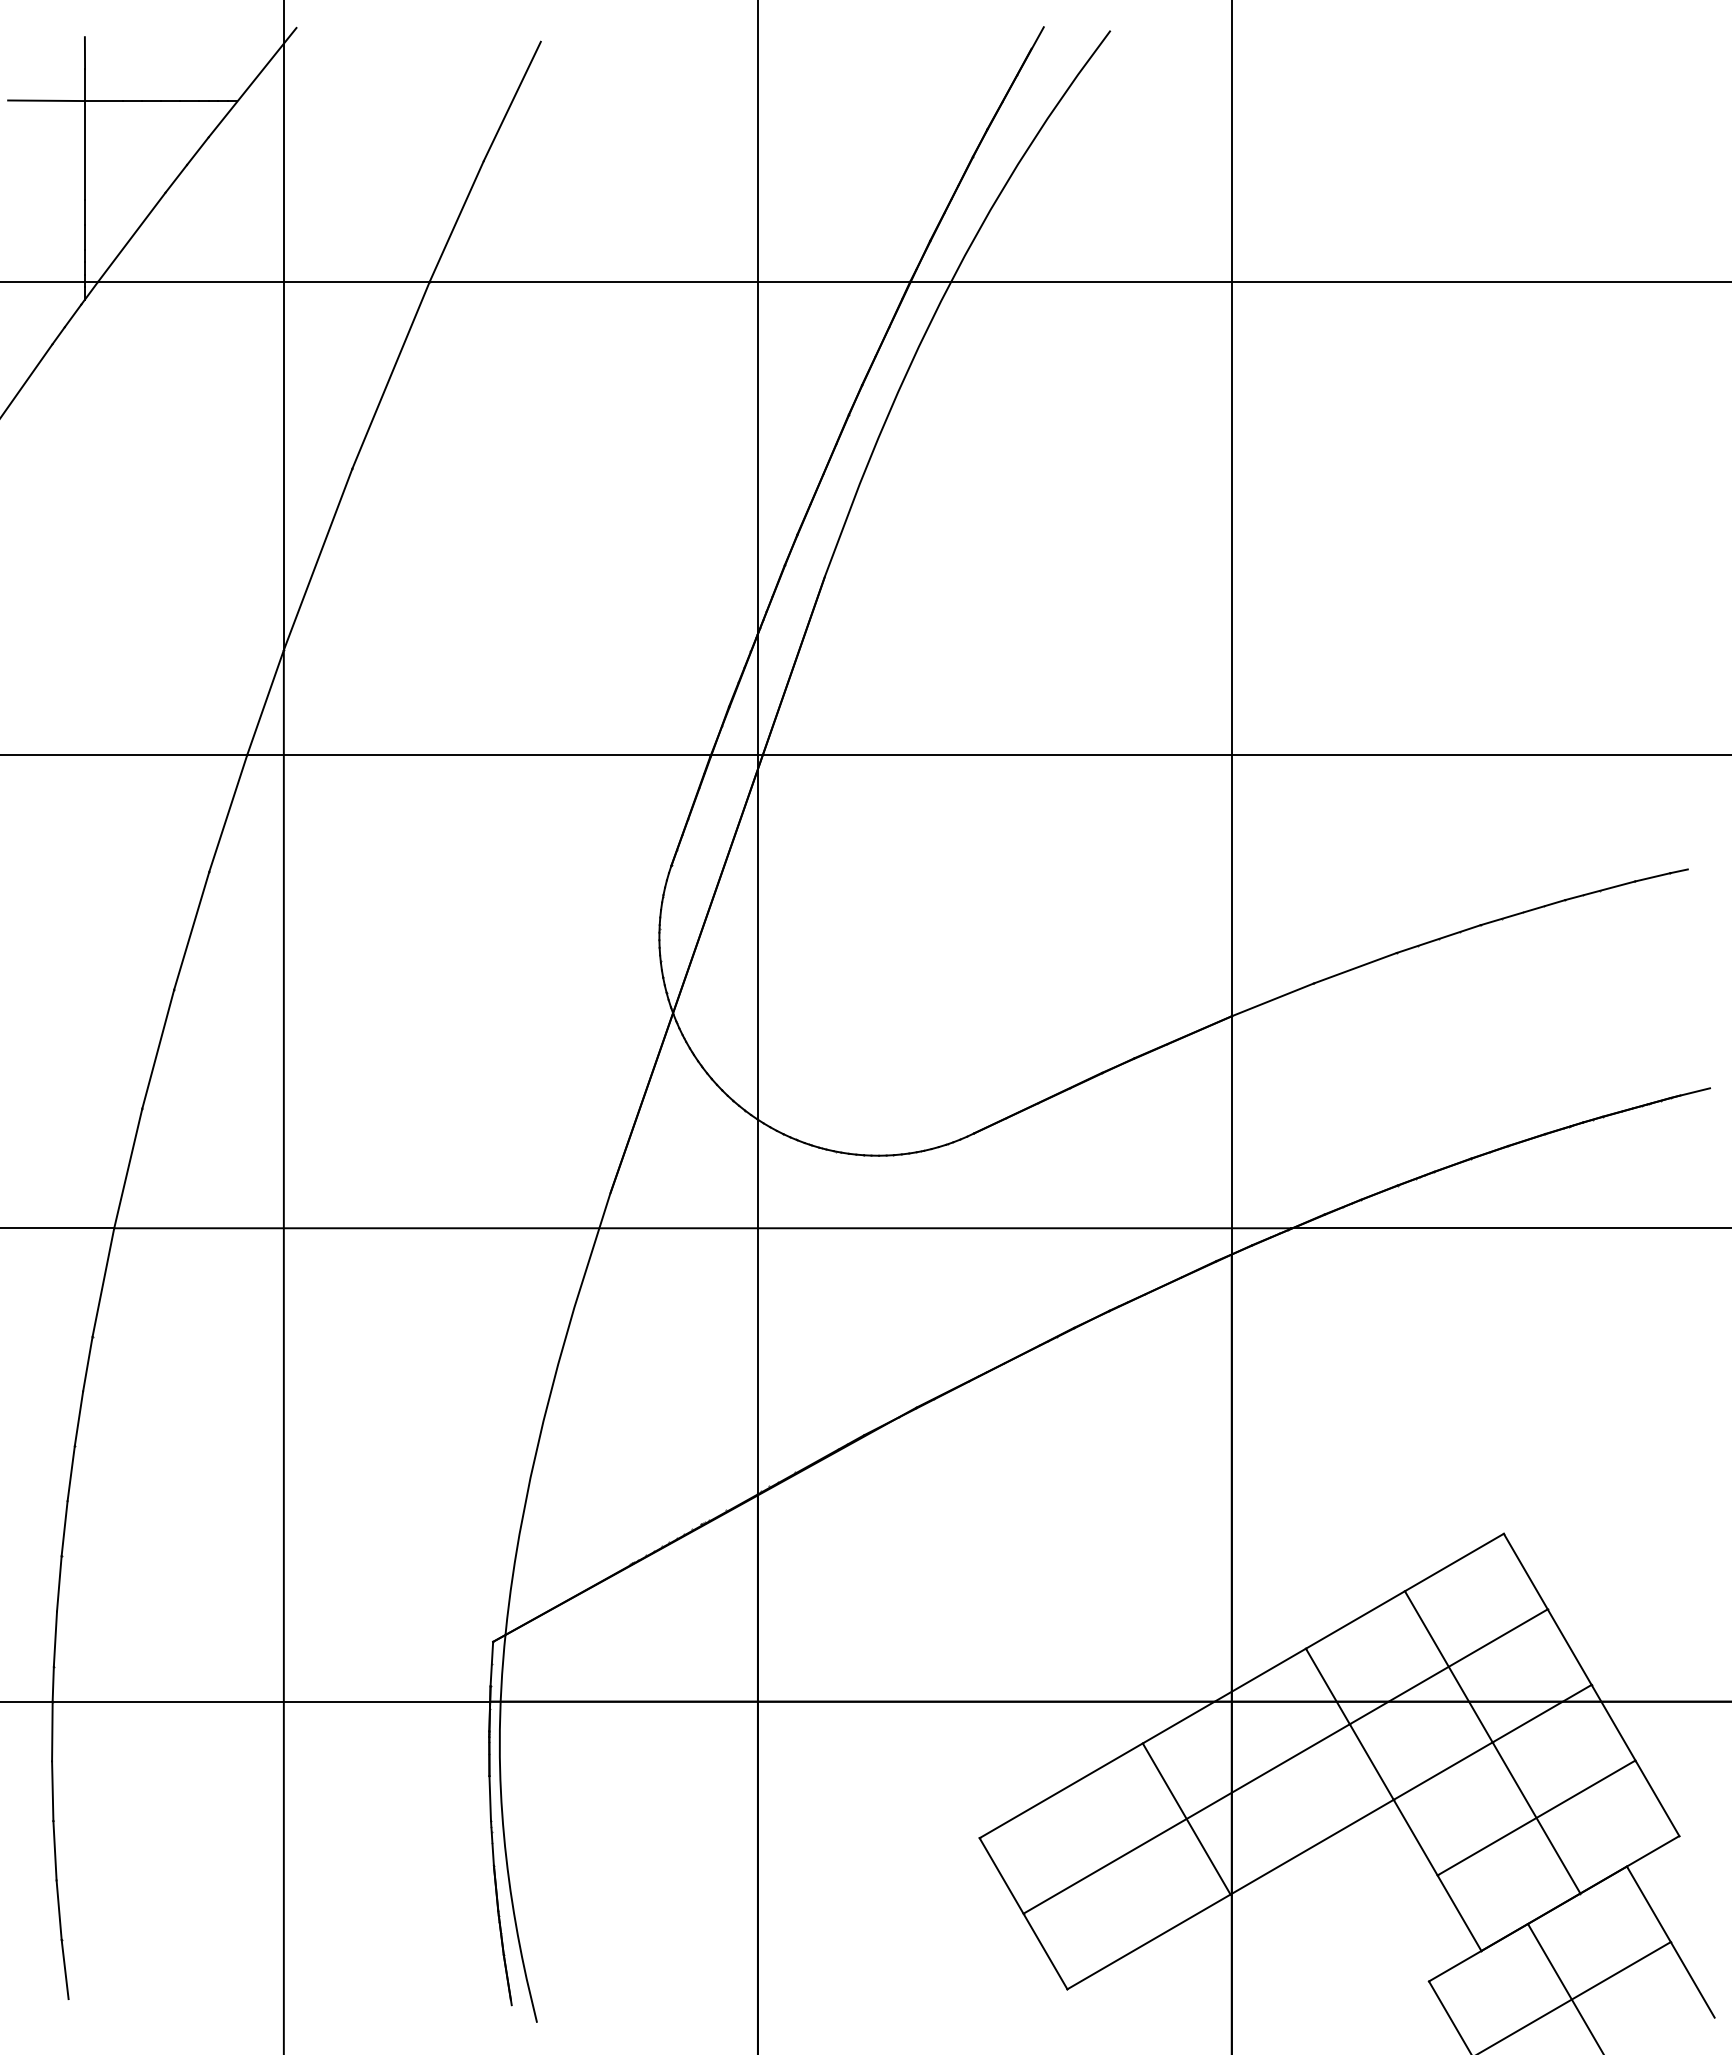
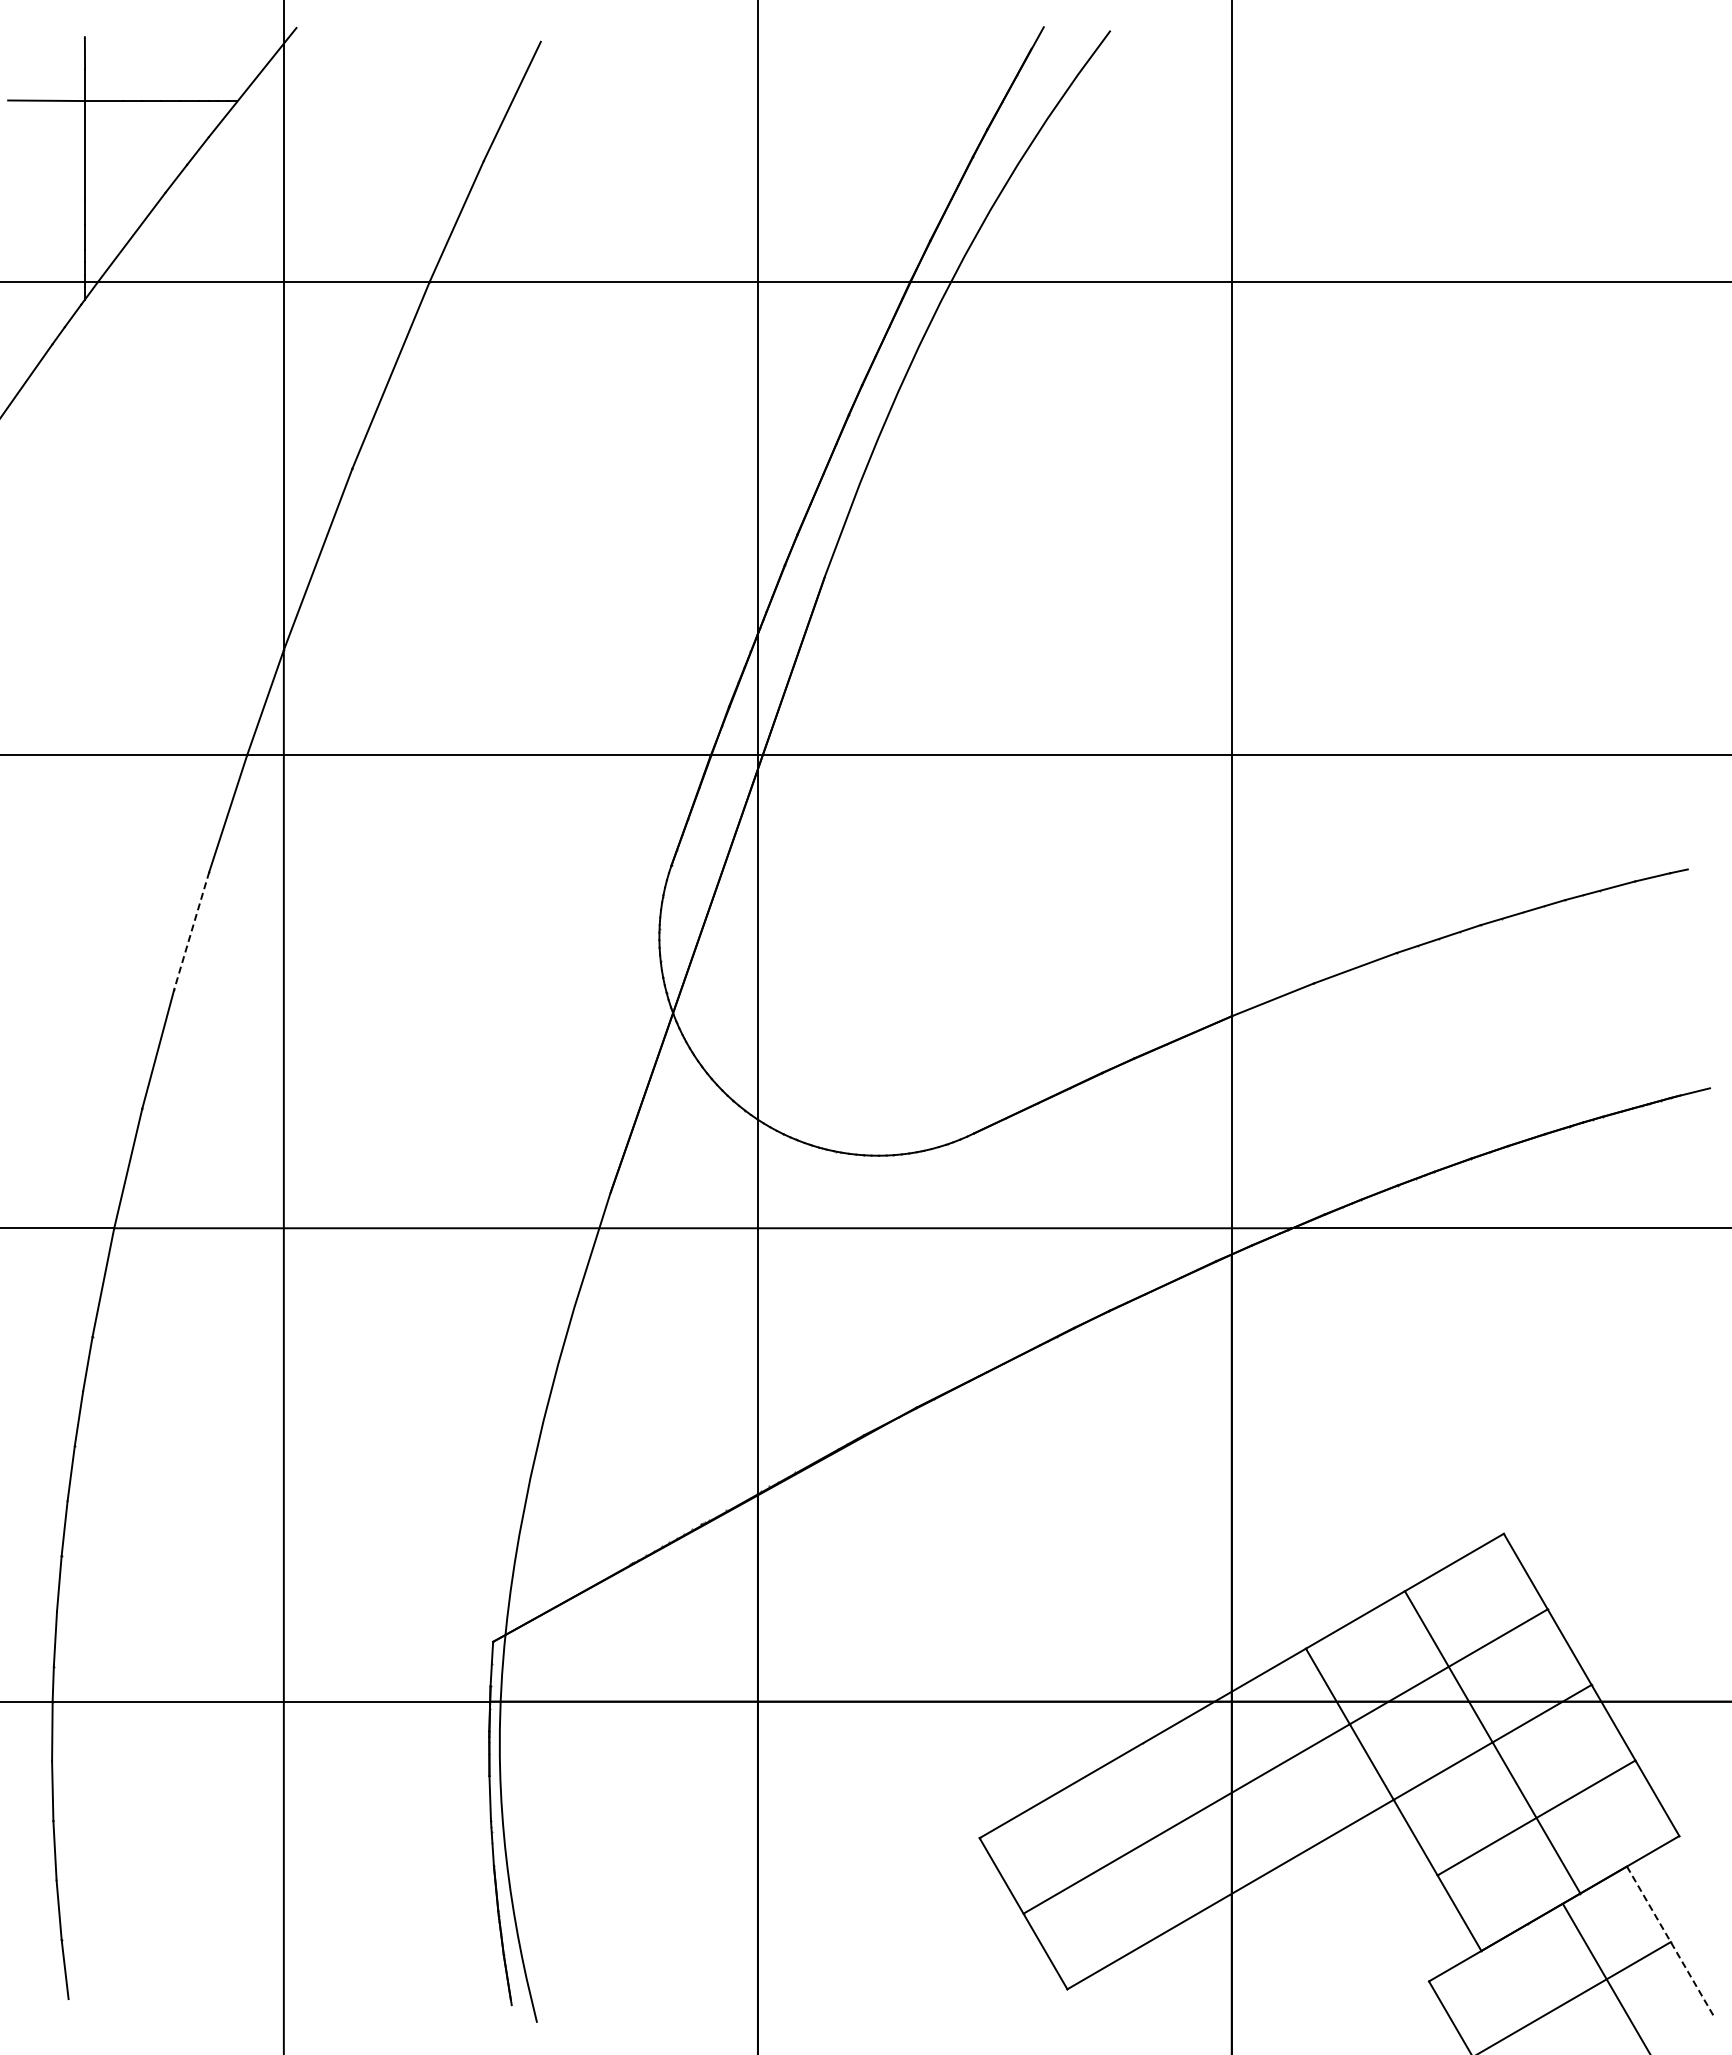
line at (191, 931): solid -> dashed
line at (1186, 1818): present -> none
line at (1671, 1942): solid -> dashed
line at (1564, 1987) position: (1564, 1987) -> (1605, 1977)
